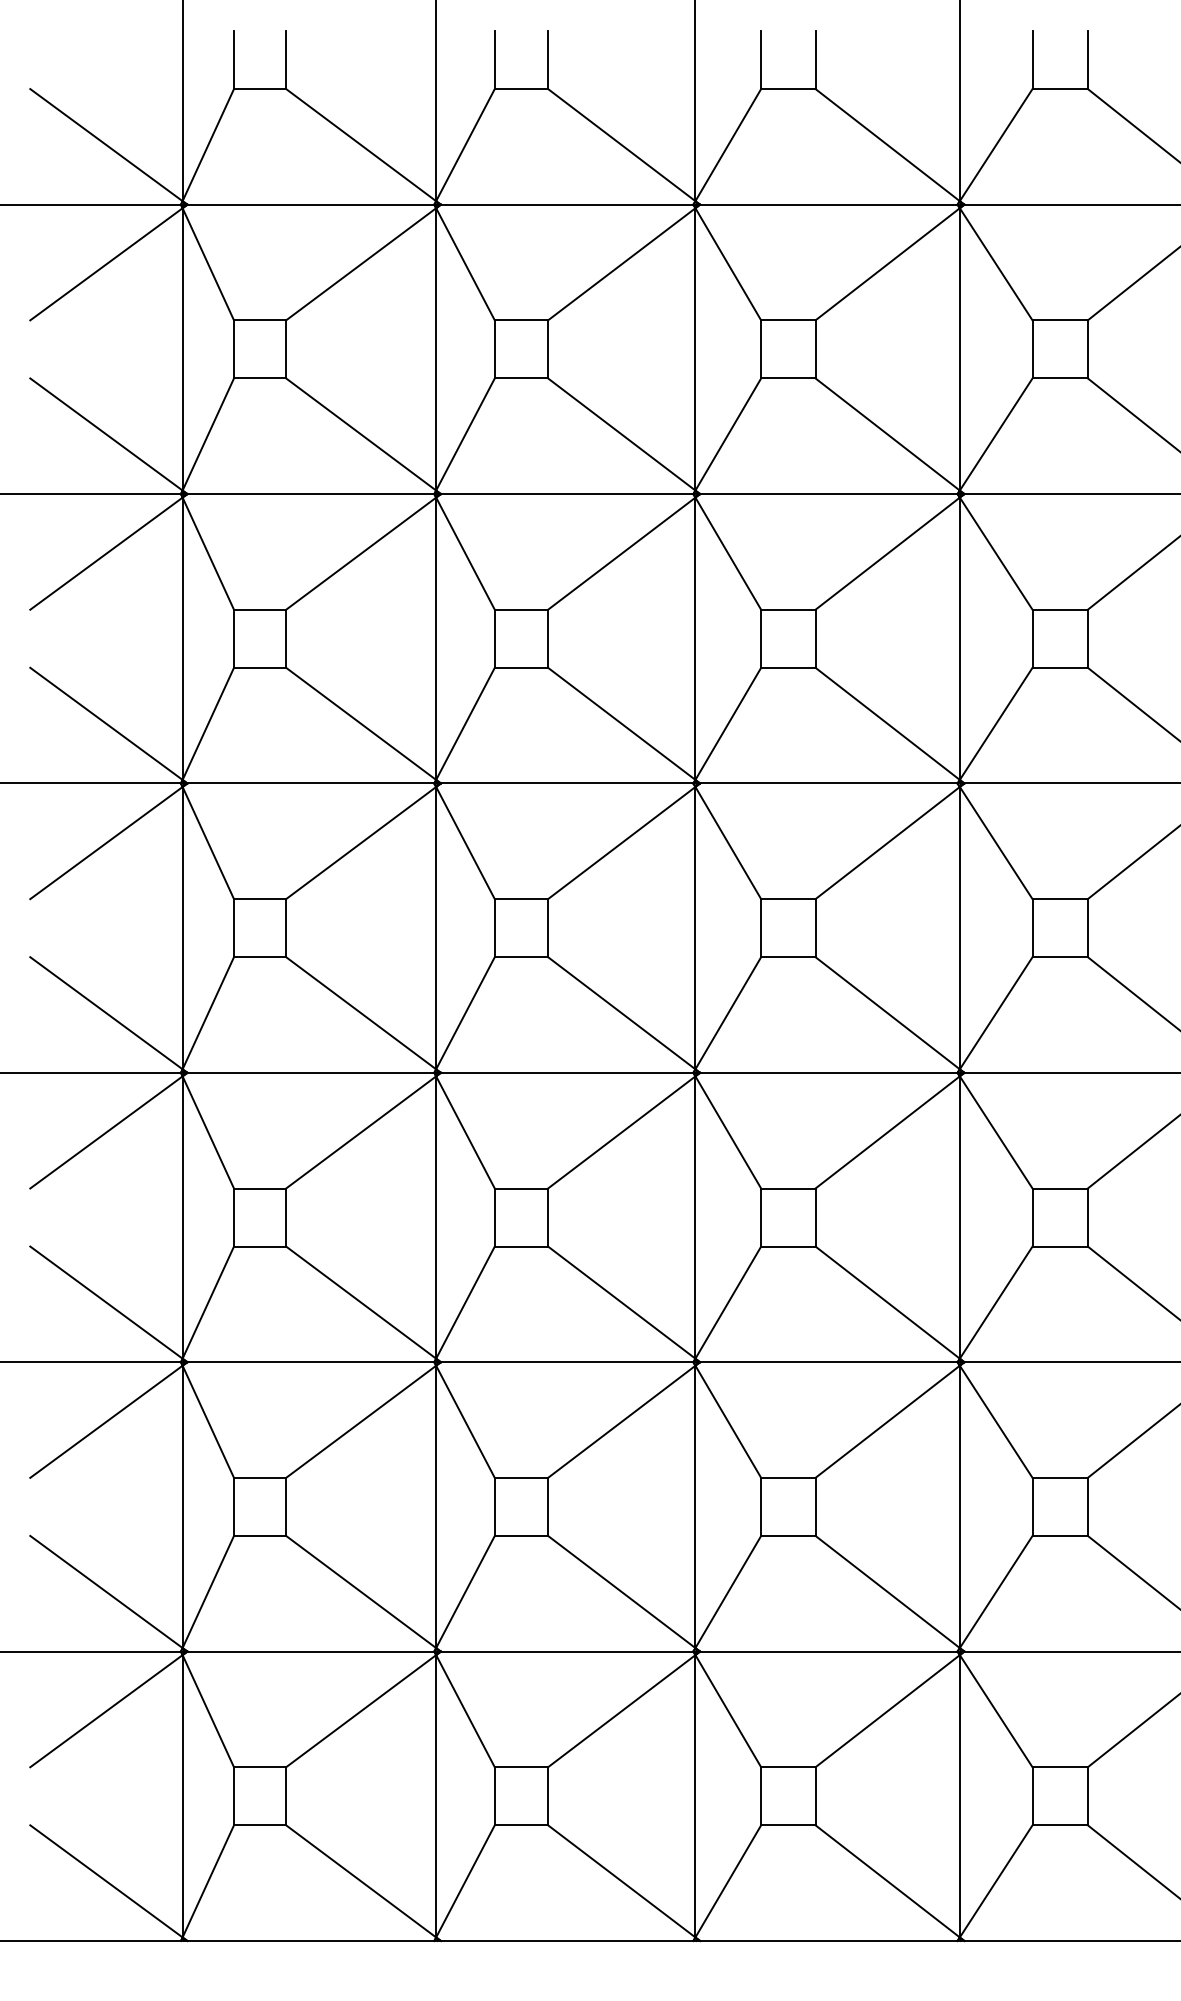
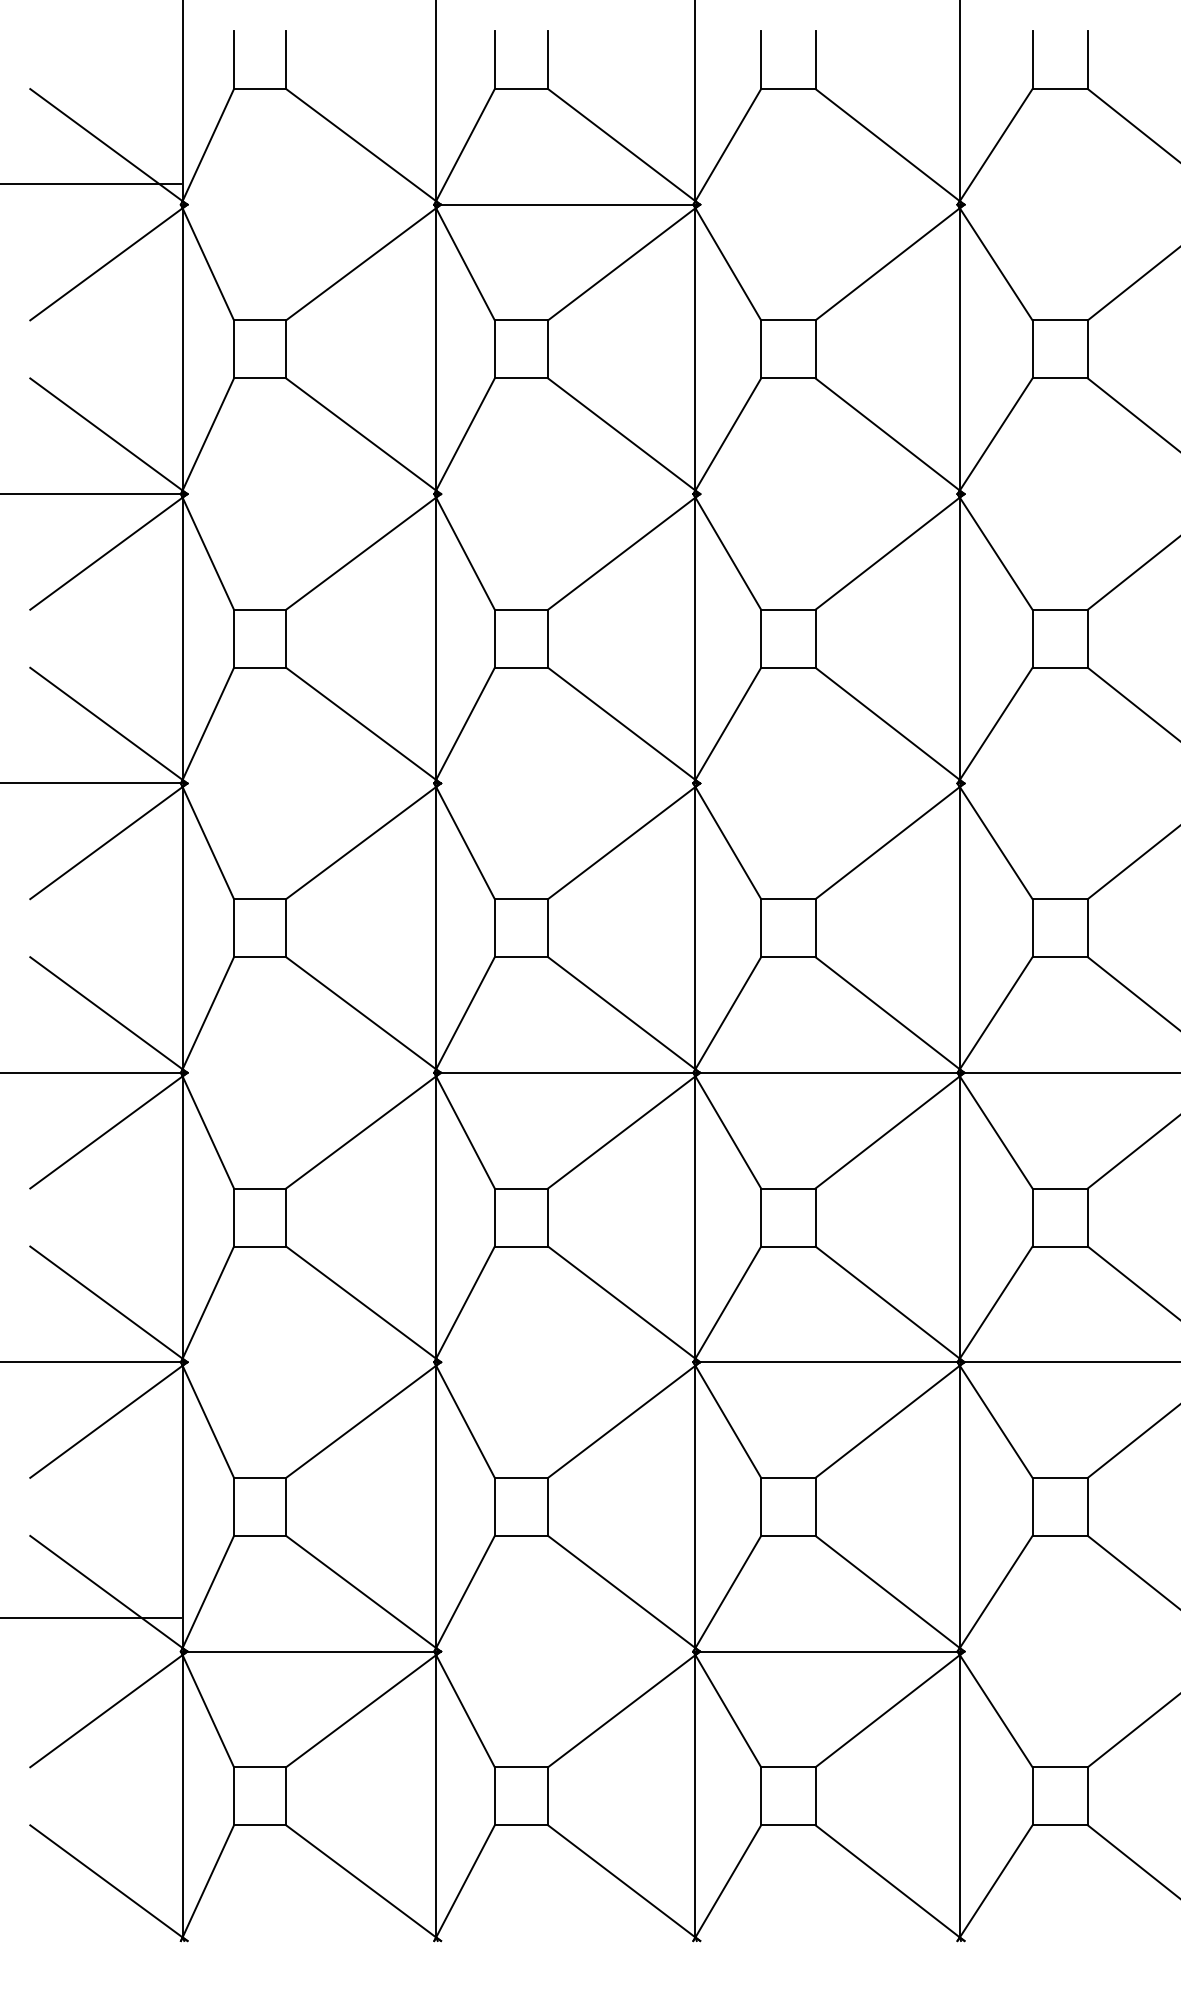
line at (91, 204) position: (91, 204) -> (91, 183)
line at (310, 204): present -> none
line at (828, 204): present -> none
line at (1070, 204): present -> none
line at (310, 494): present -> none
line at (567, 494): present -> none
line at (828, 494): present -> none
line at (1070, 494): present -> none
line at (310, 783): present -> none
line at (567, 783): present -> none
line at (828, 783): present -> none
line at (1070, 783): present -> none
line at (310, 1072): present -> none
line at (310, 1362): present -> none
line at (567, 1362): present -> none
line at (91, 1651) position: (91, 1651) -> (91, 1617)
line at (567, 1651): present -> none
line at (1070, 1651): present -> none
line at (589, 1940): present -> none
